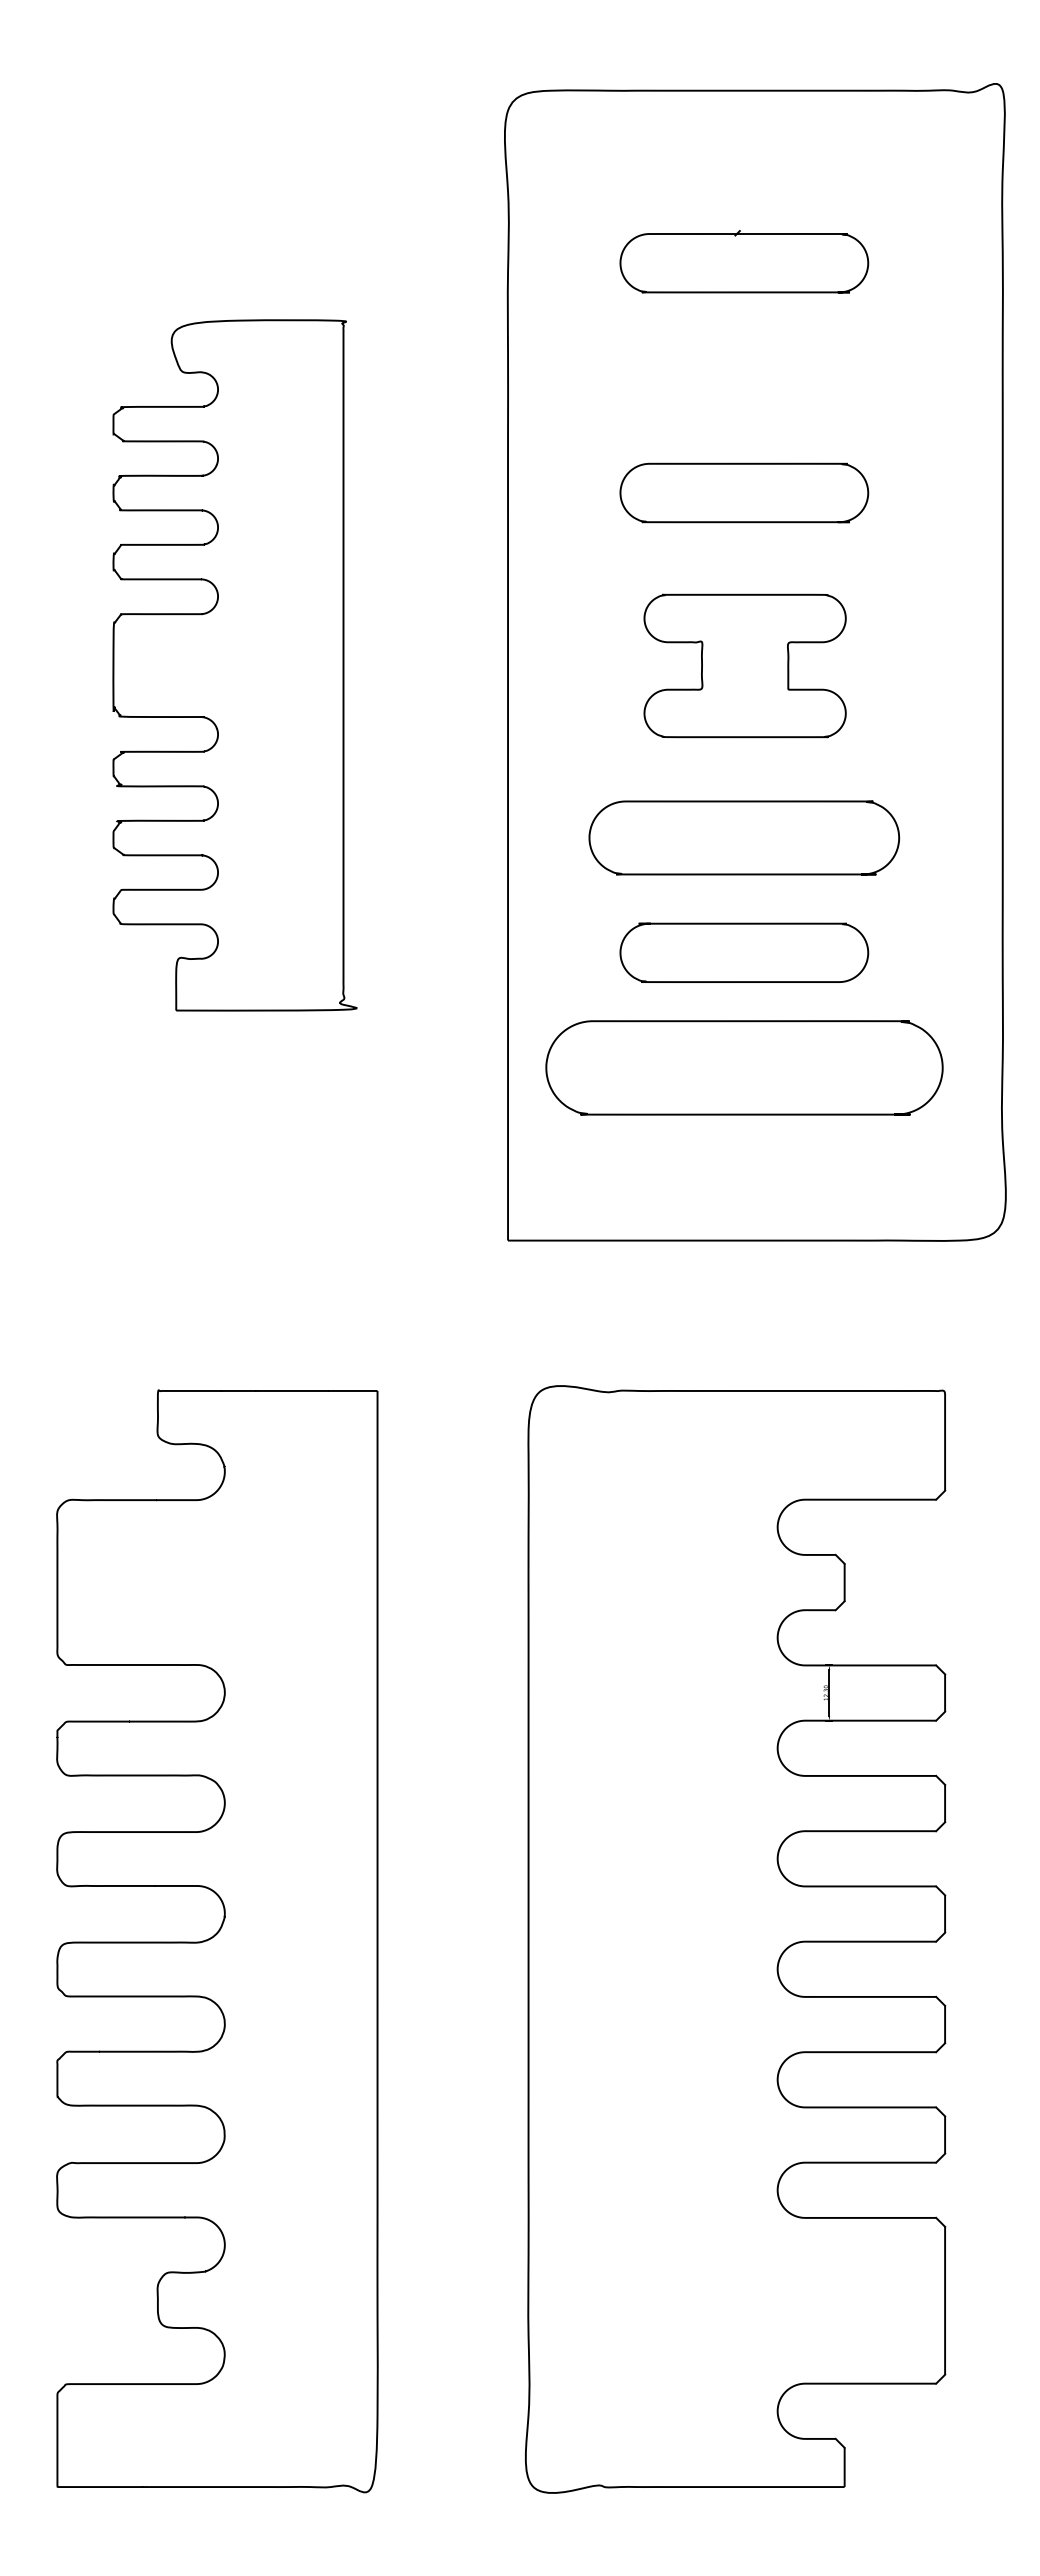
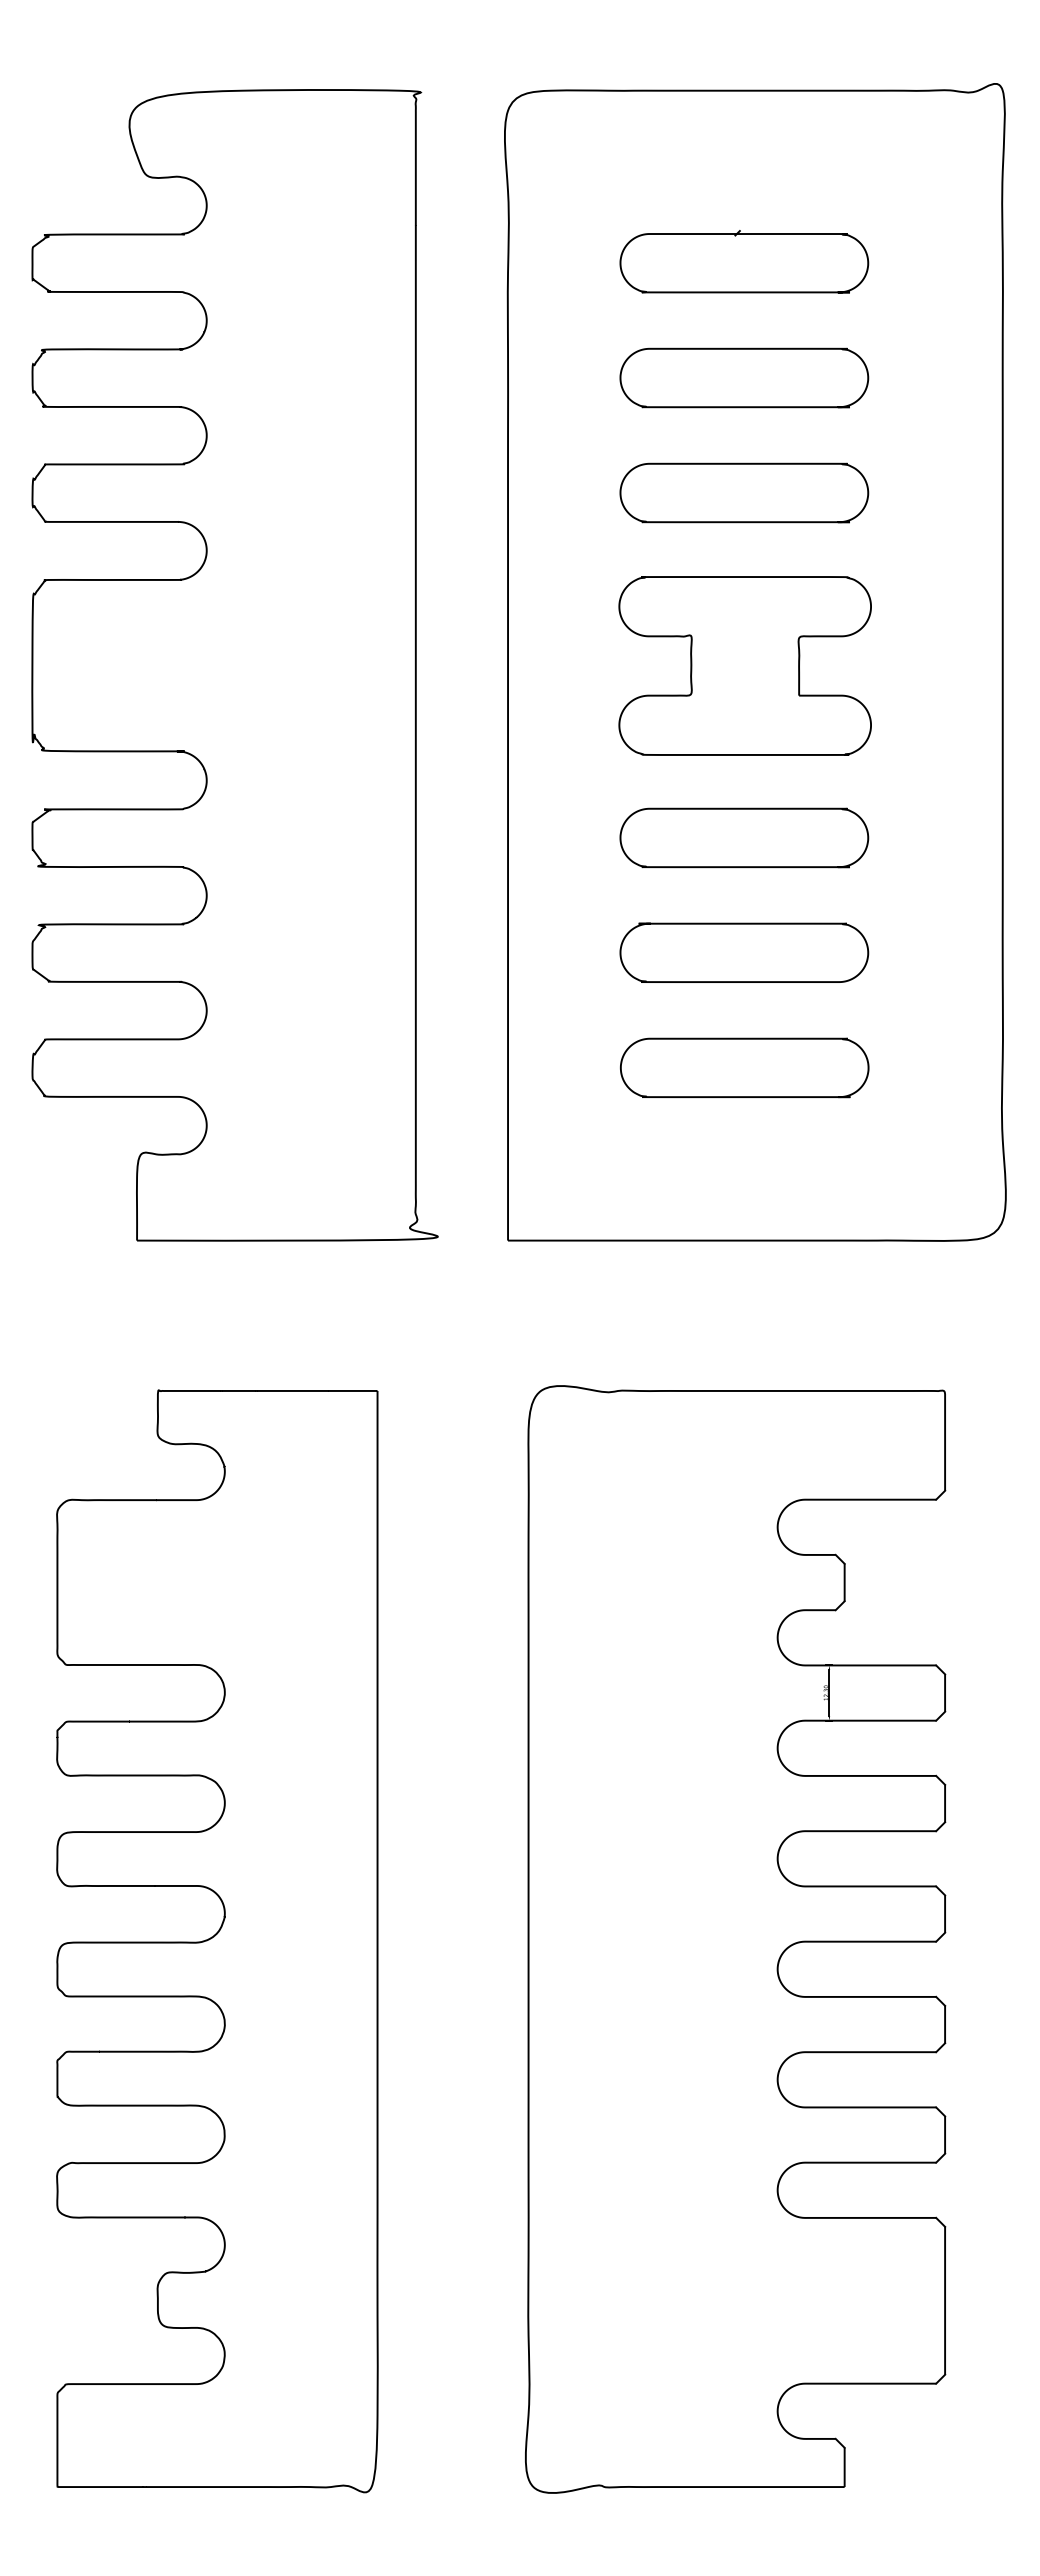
part at (744, 377): none -> present
part at (234, 665) size: 246x693 px -> 408x1153 px
part at (744, 665) size: 204x146 px -> 254x180 px
part at (743, 837) size: 312x76 px -> 251x62 px
part at (744, 1067) size: 399x96 px -> 250x62 px
